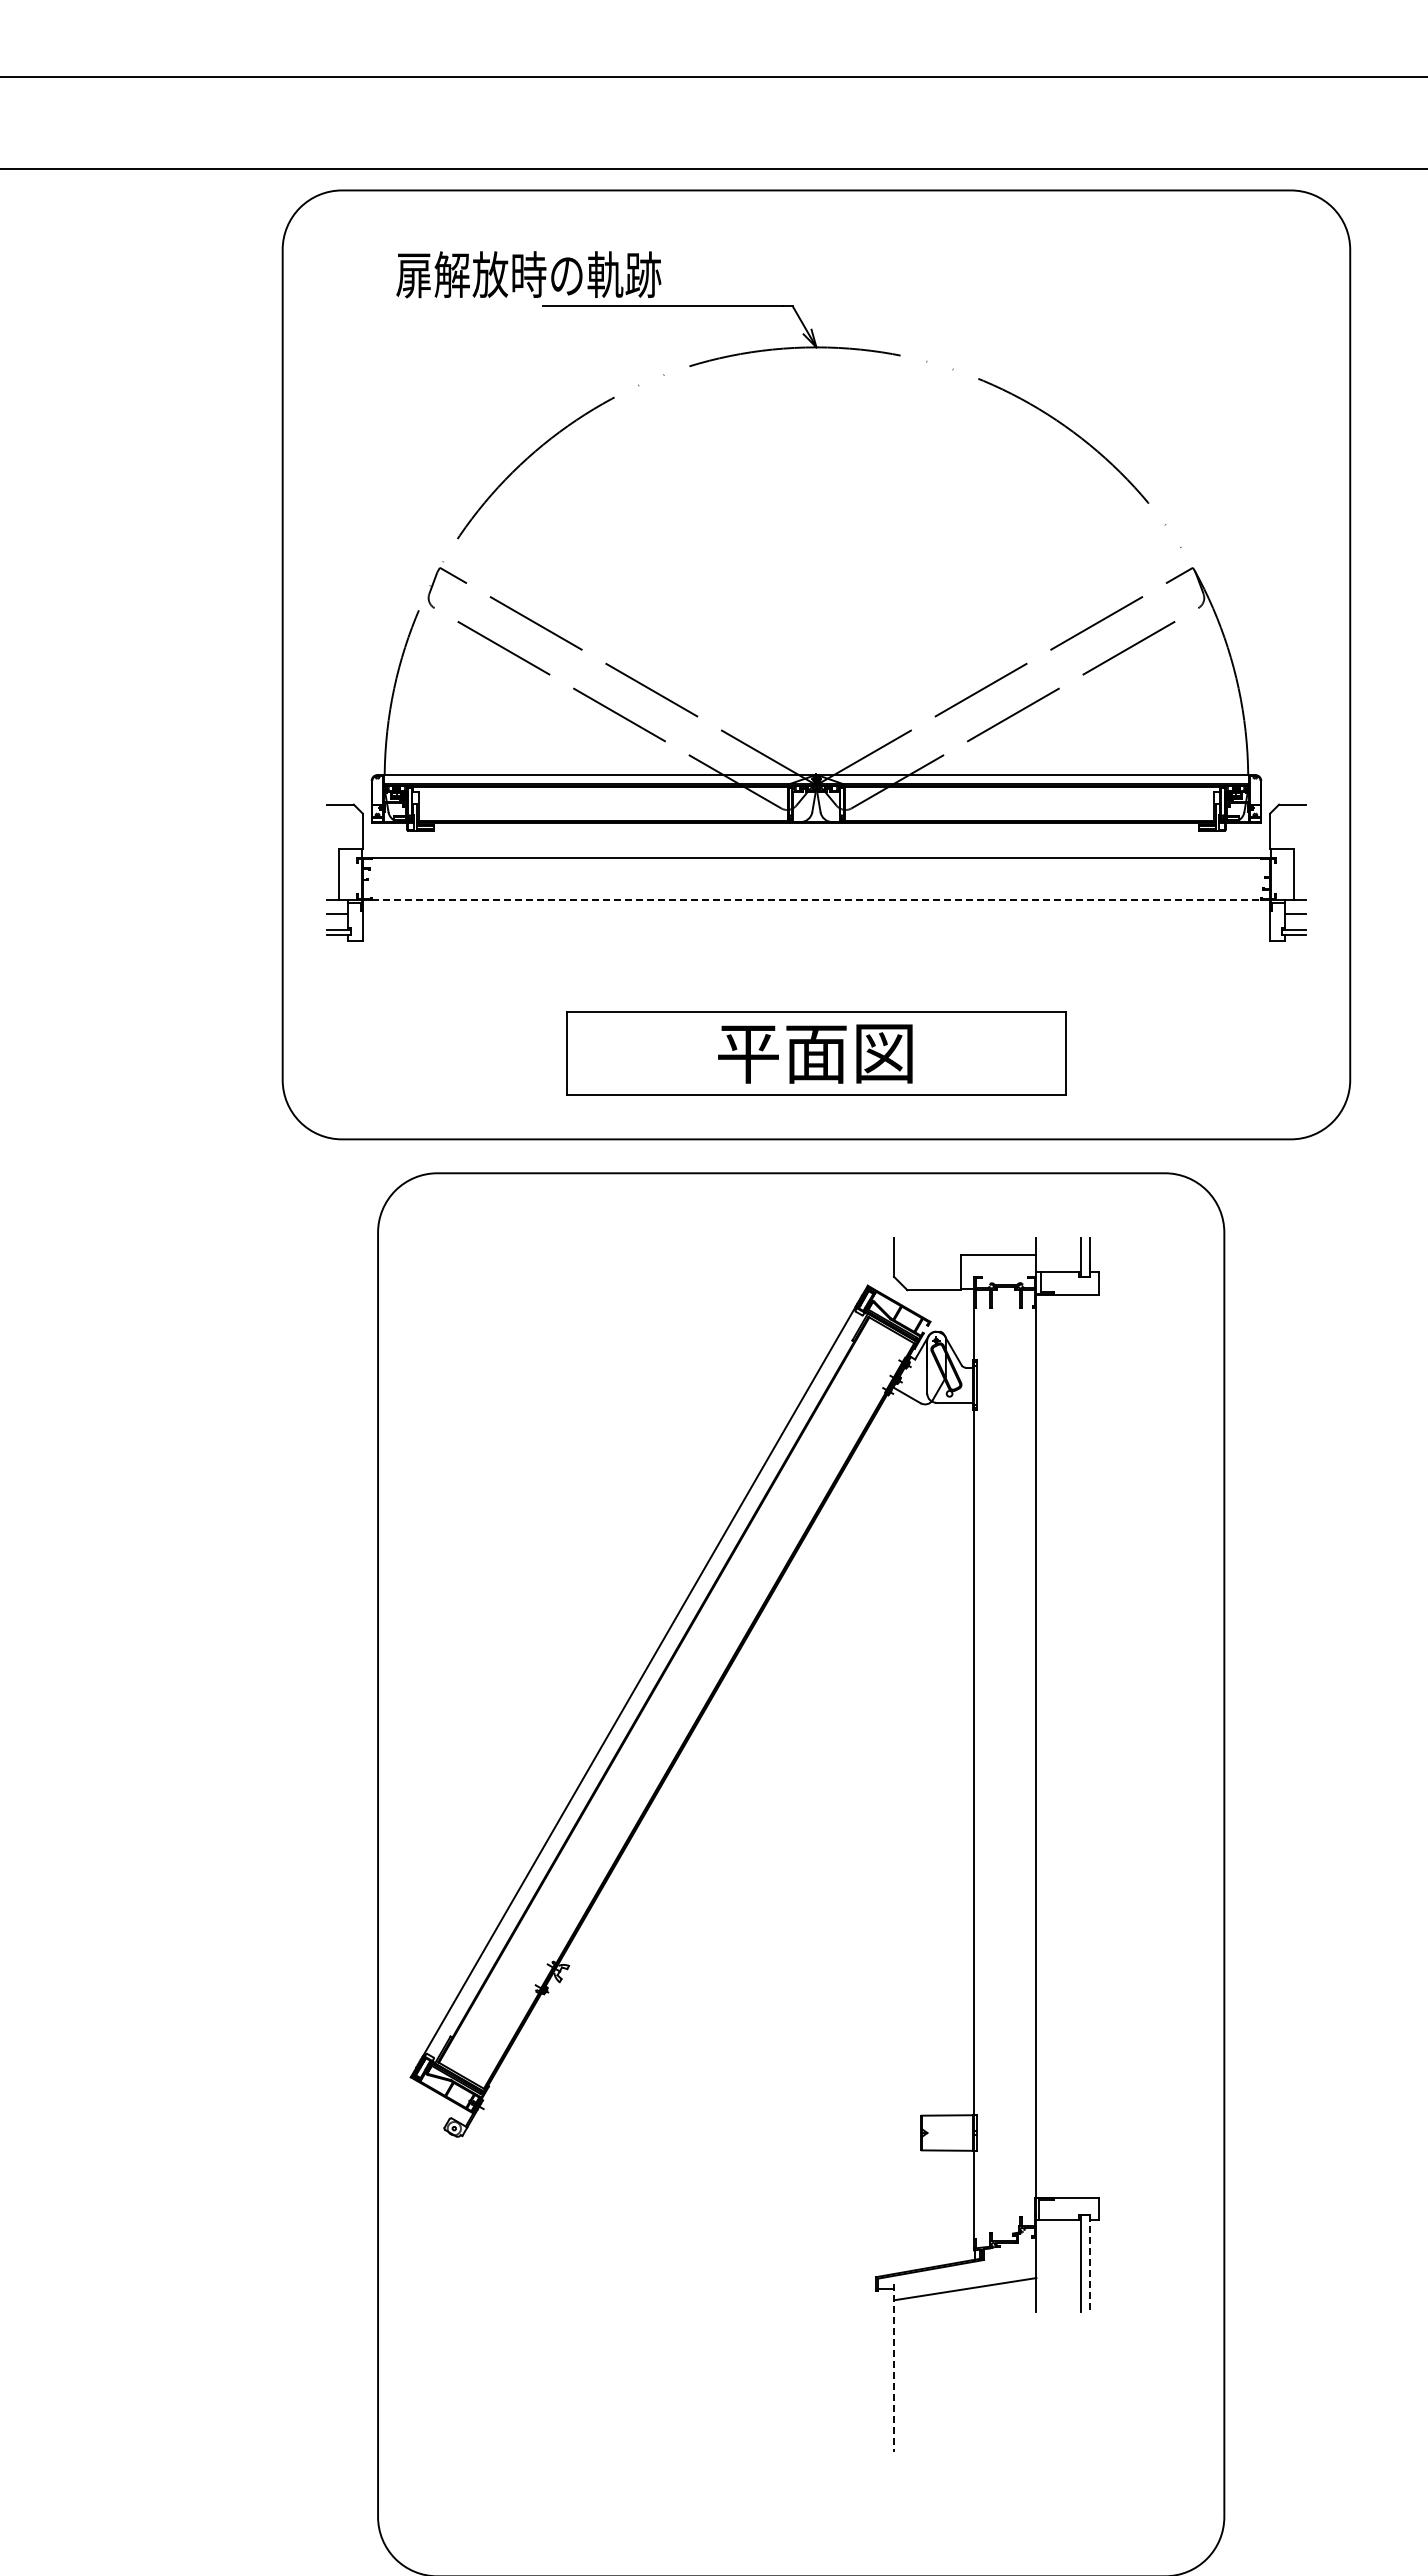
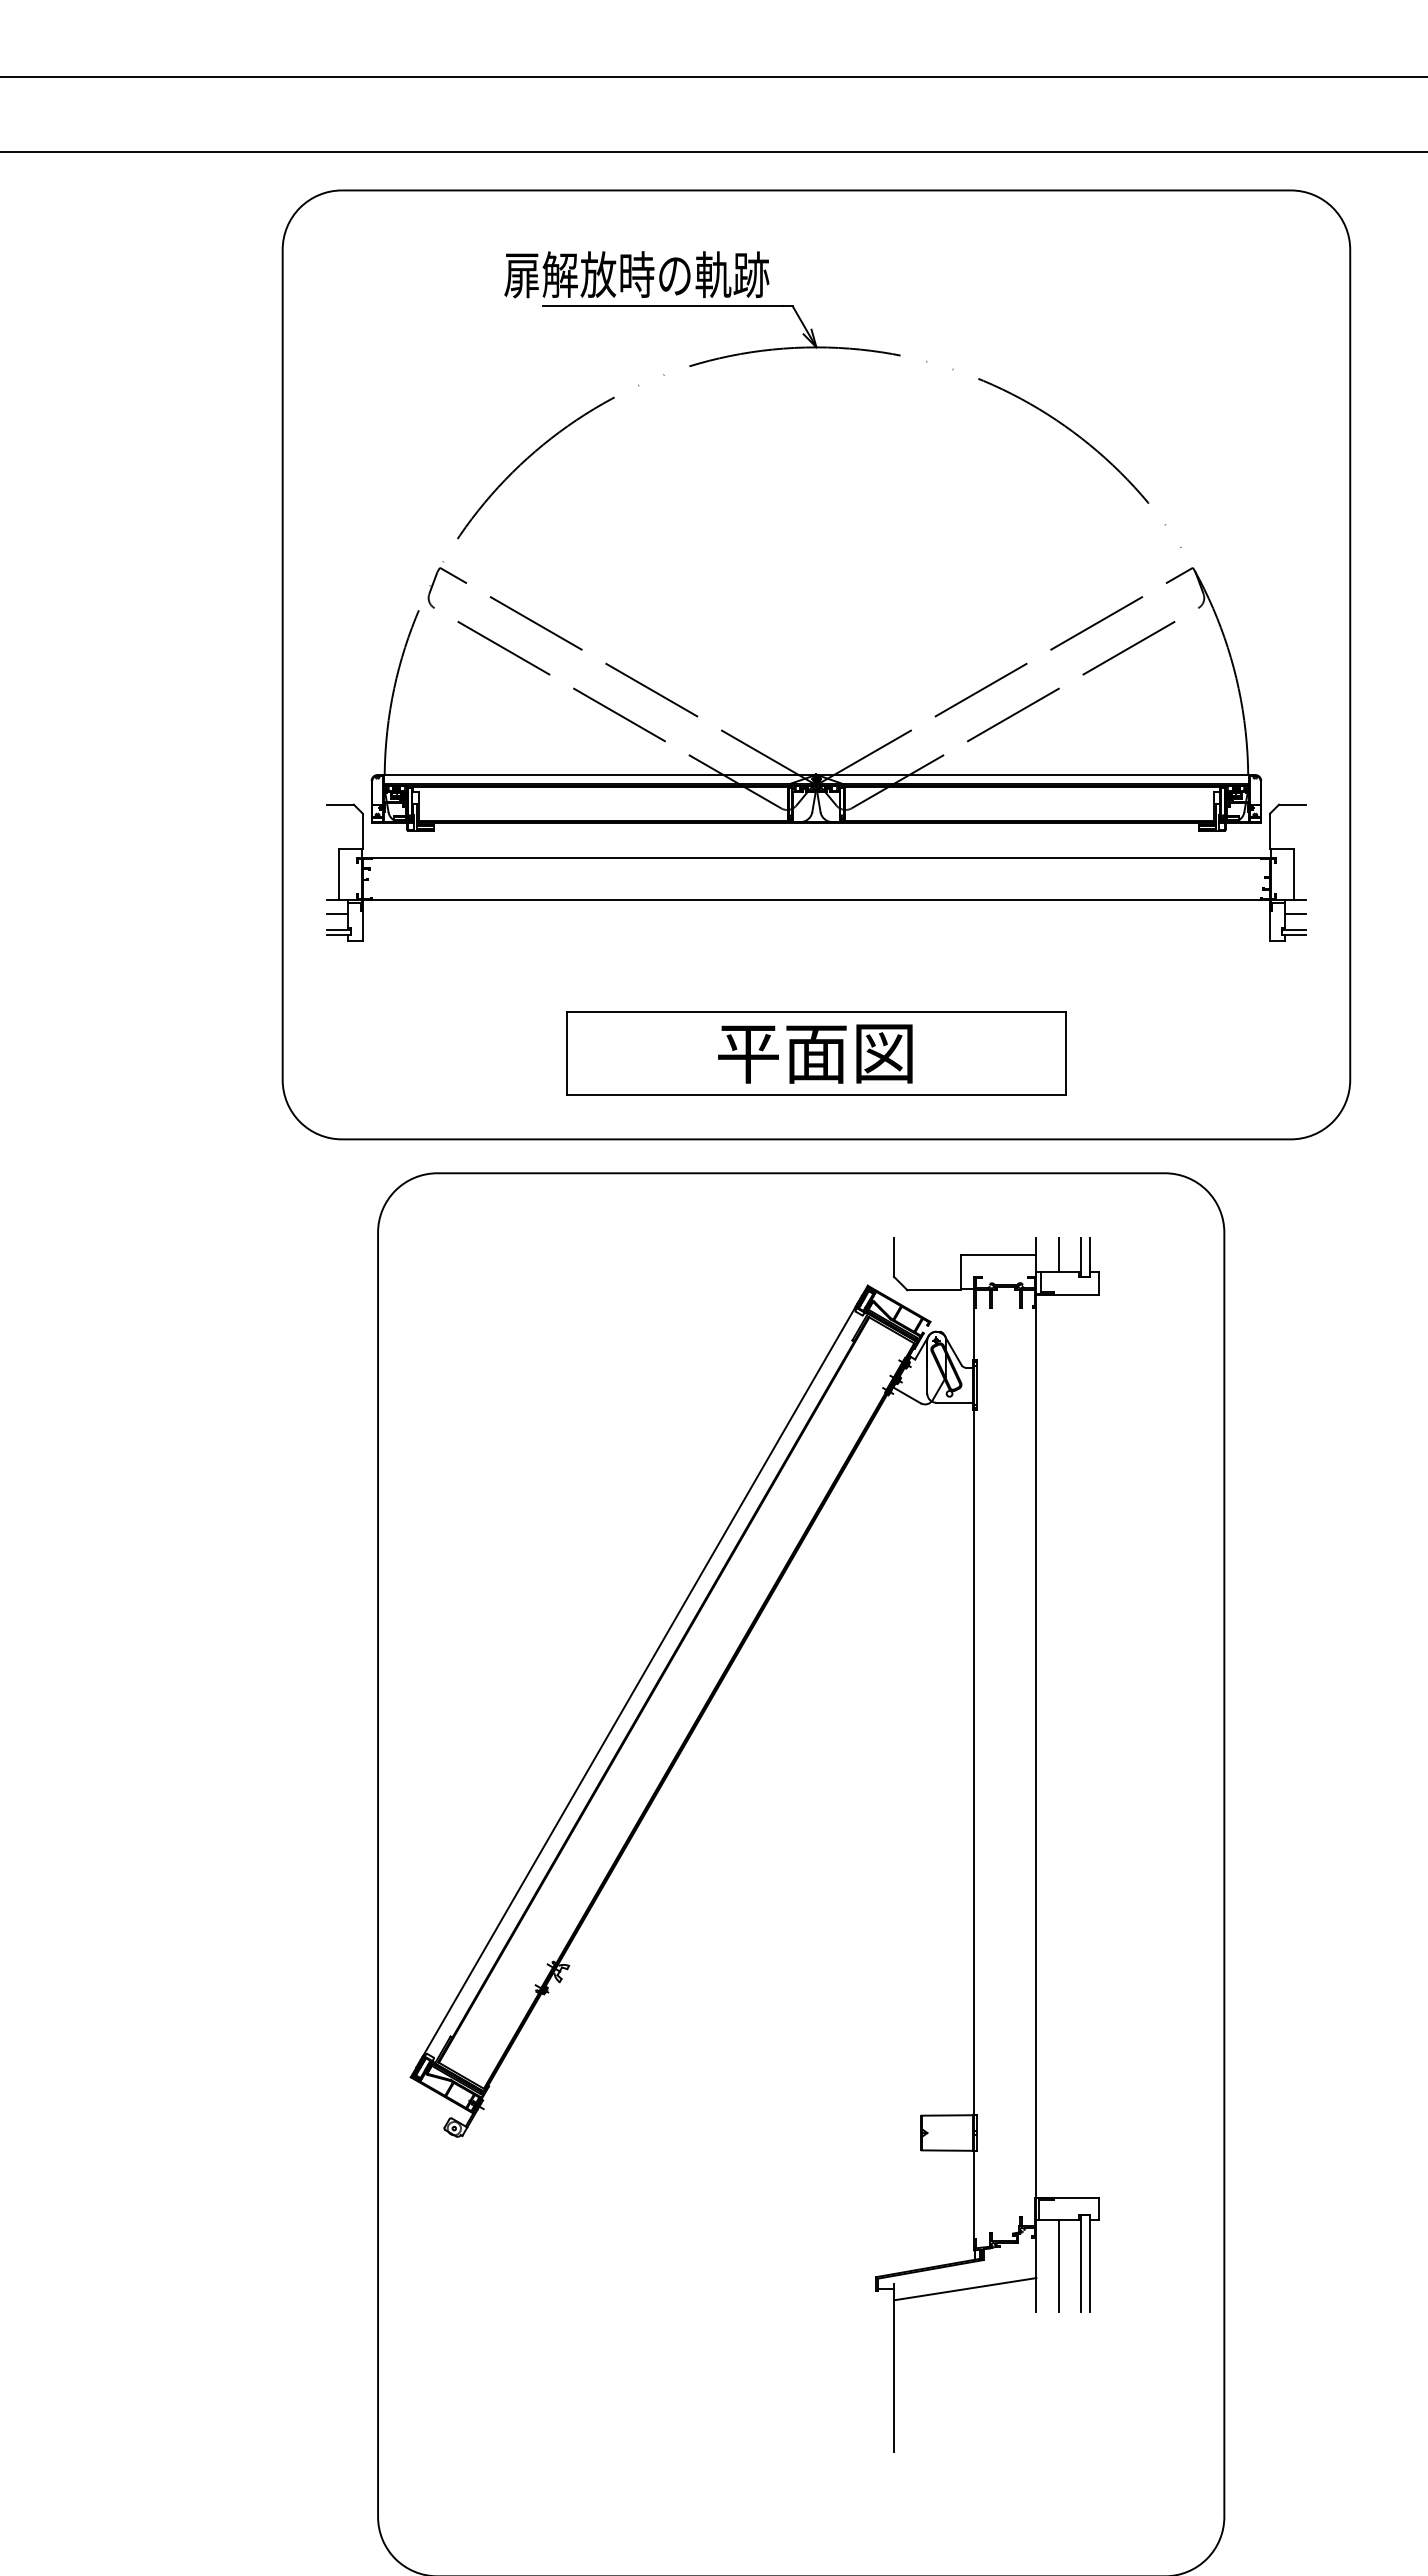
line at (713, 169) position: (713, 169) -> (713, 152)
text at (528, 274) position: (528, 274) -> (636, 274)
line at (816, 899): dashed -> solid
line at (1058, 1254): none -> present
line at (1089, 2264): dashed -> solid
line at (1058, 2265): none -> present
line at (894, 2368): dashed -> solid
